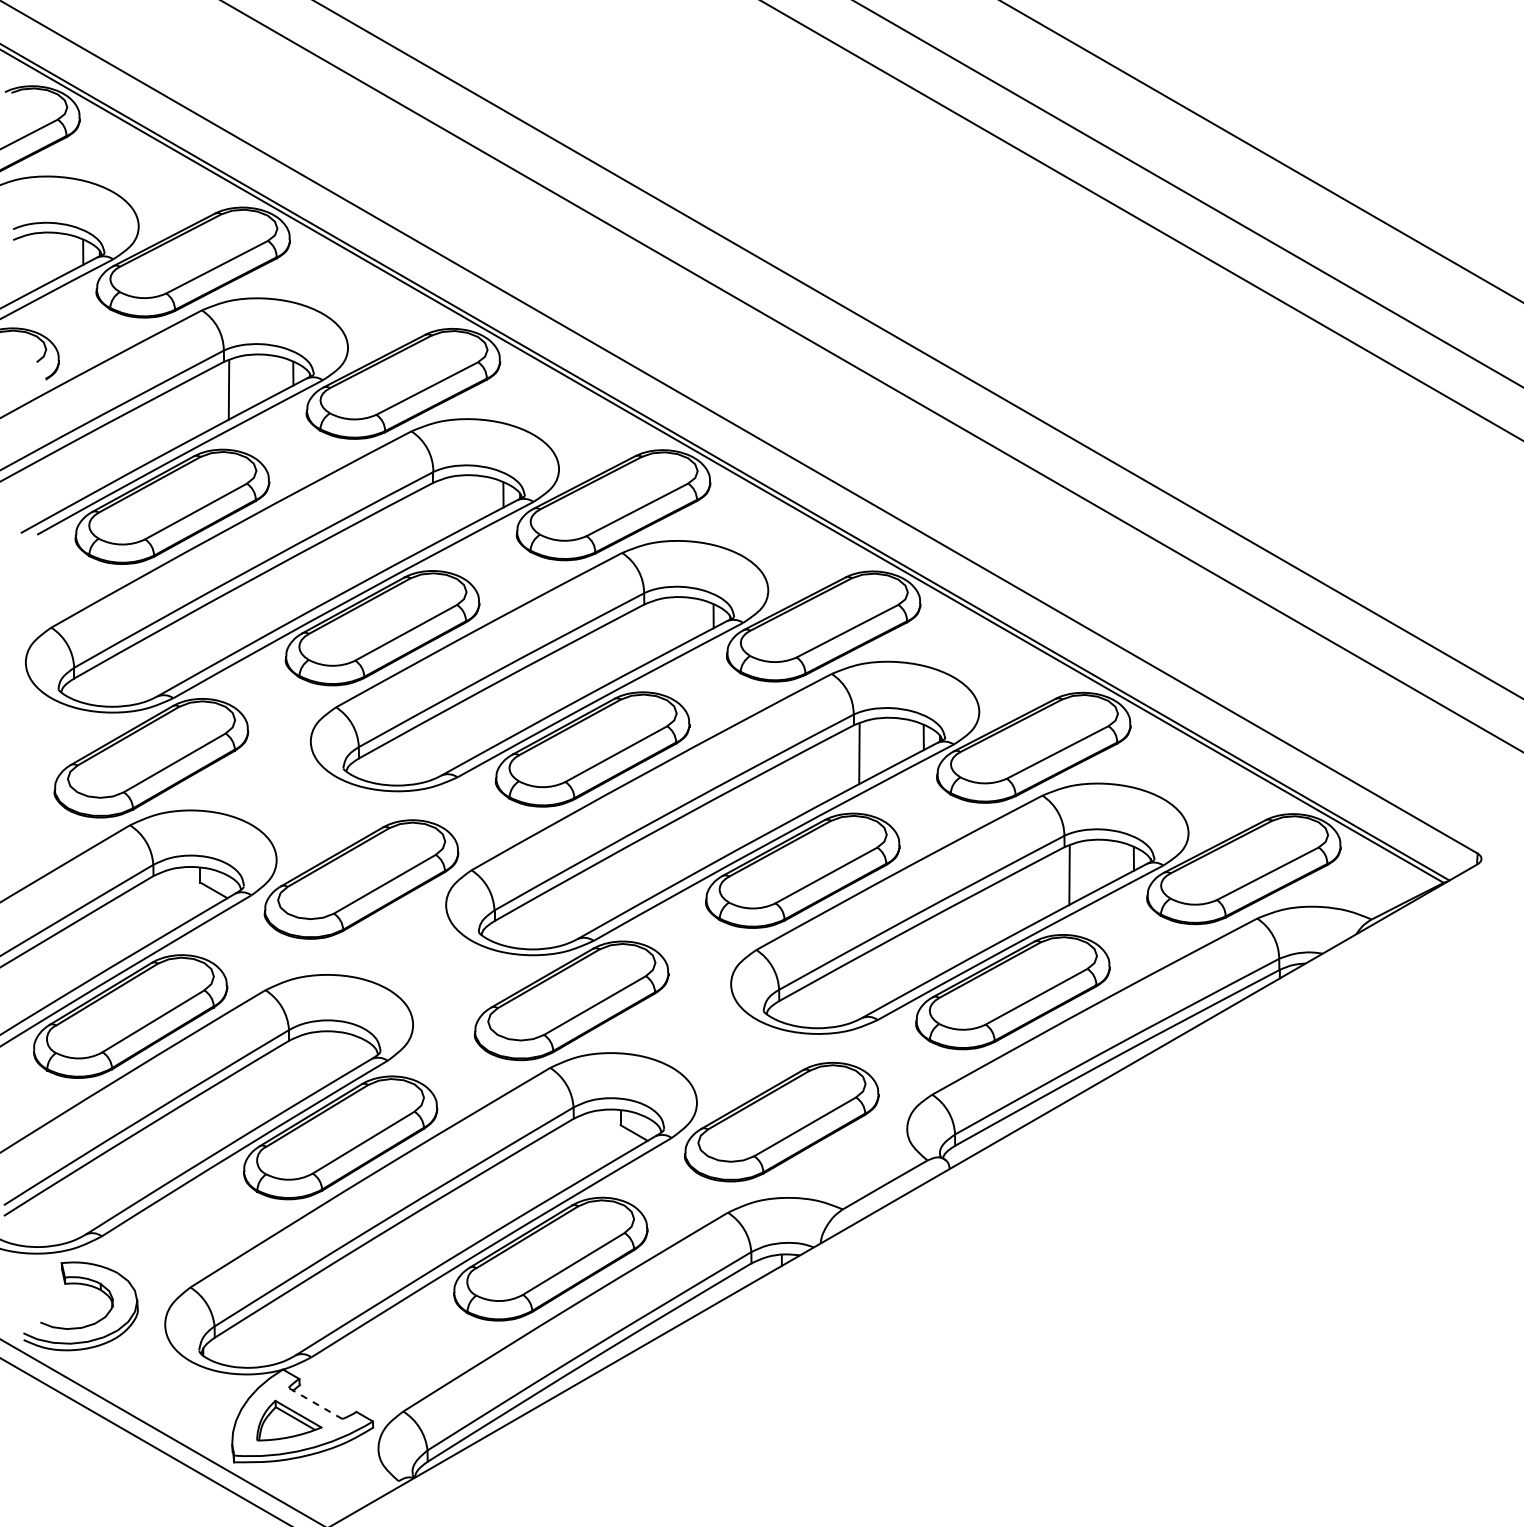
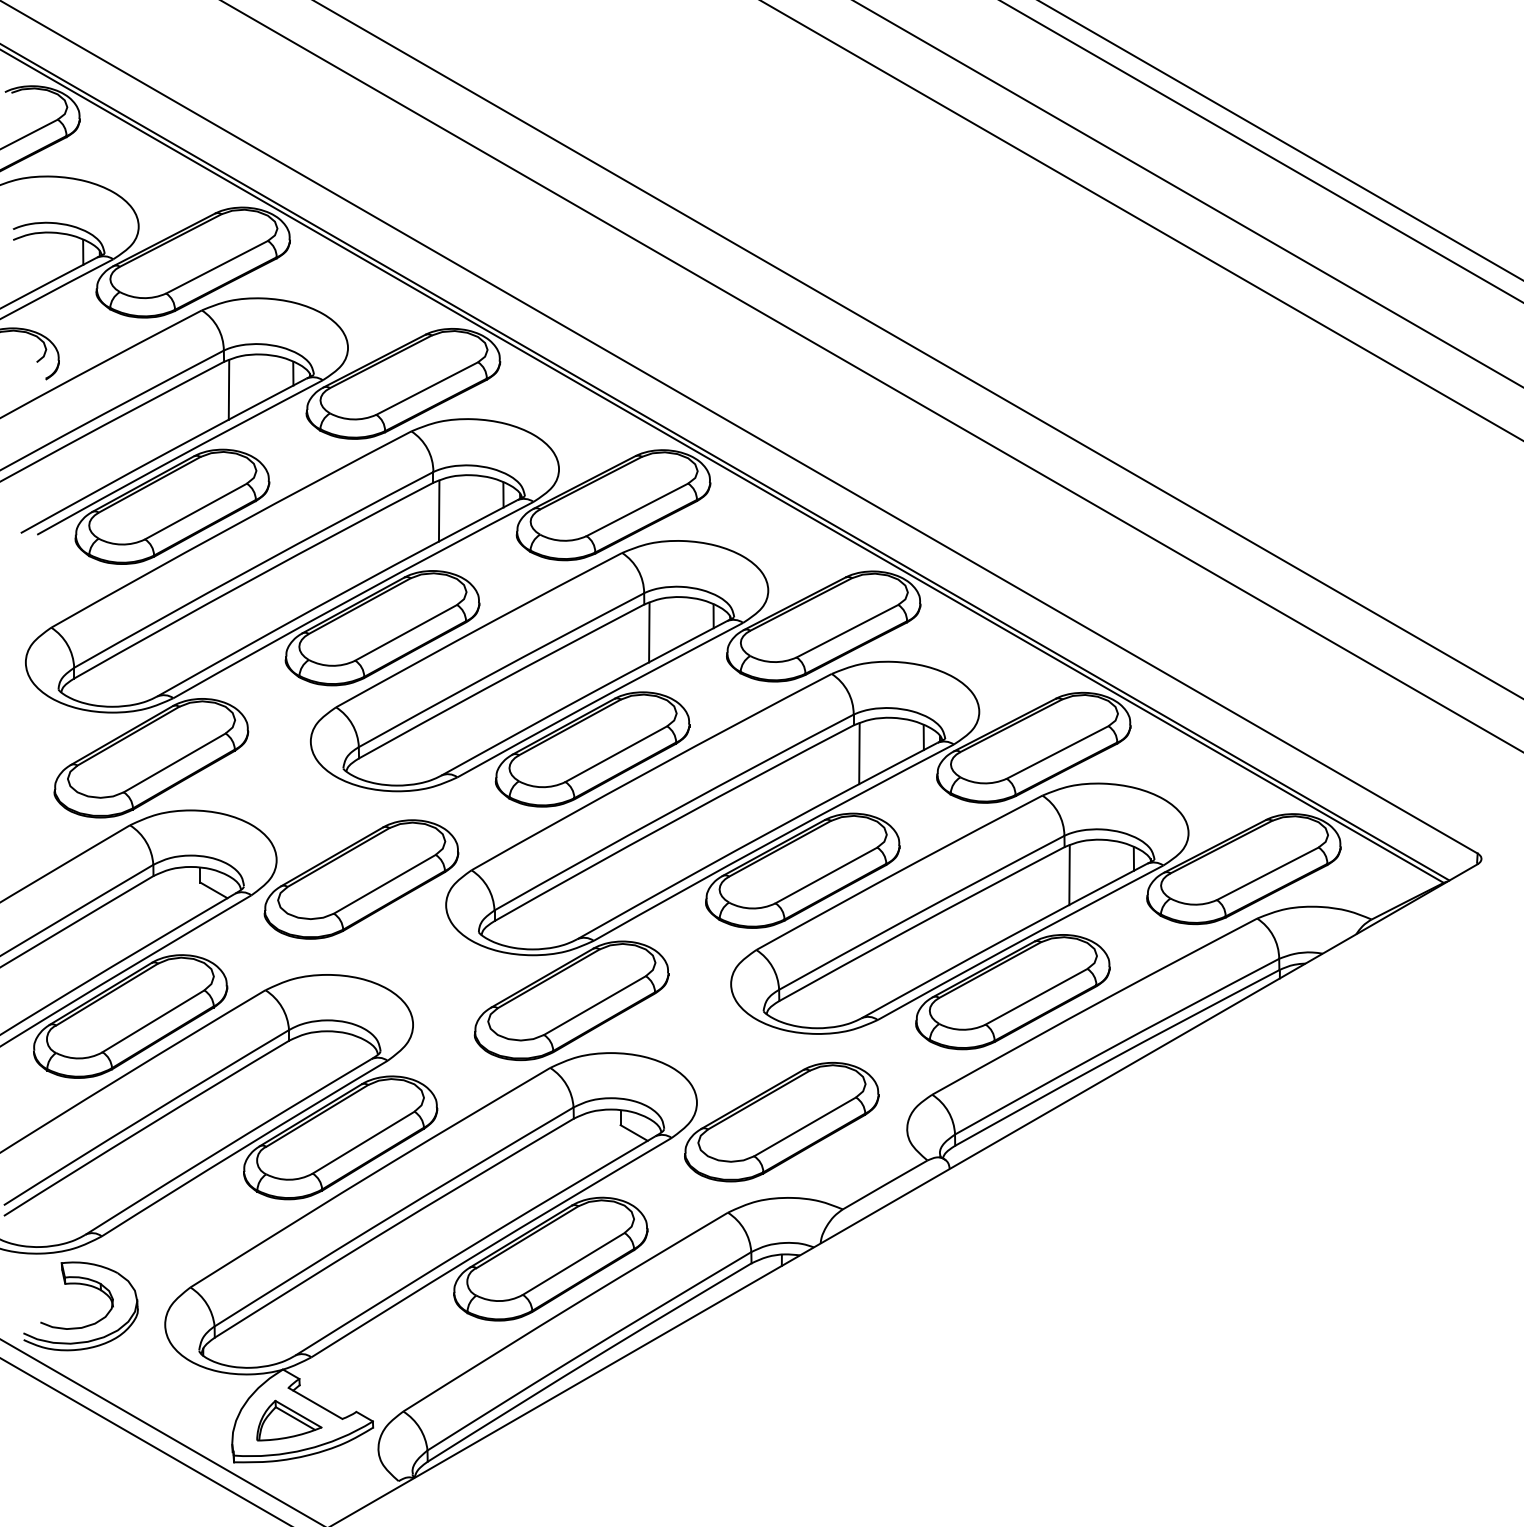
line at (1280, 140): none -> present
line at (438, 510): none -> present
line at (649, 632): none -> present
line at (315, 1403): dashed -> solid
